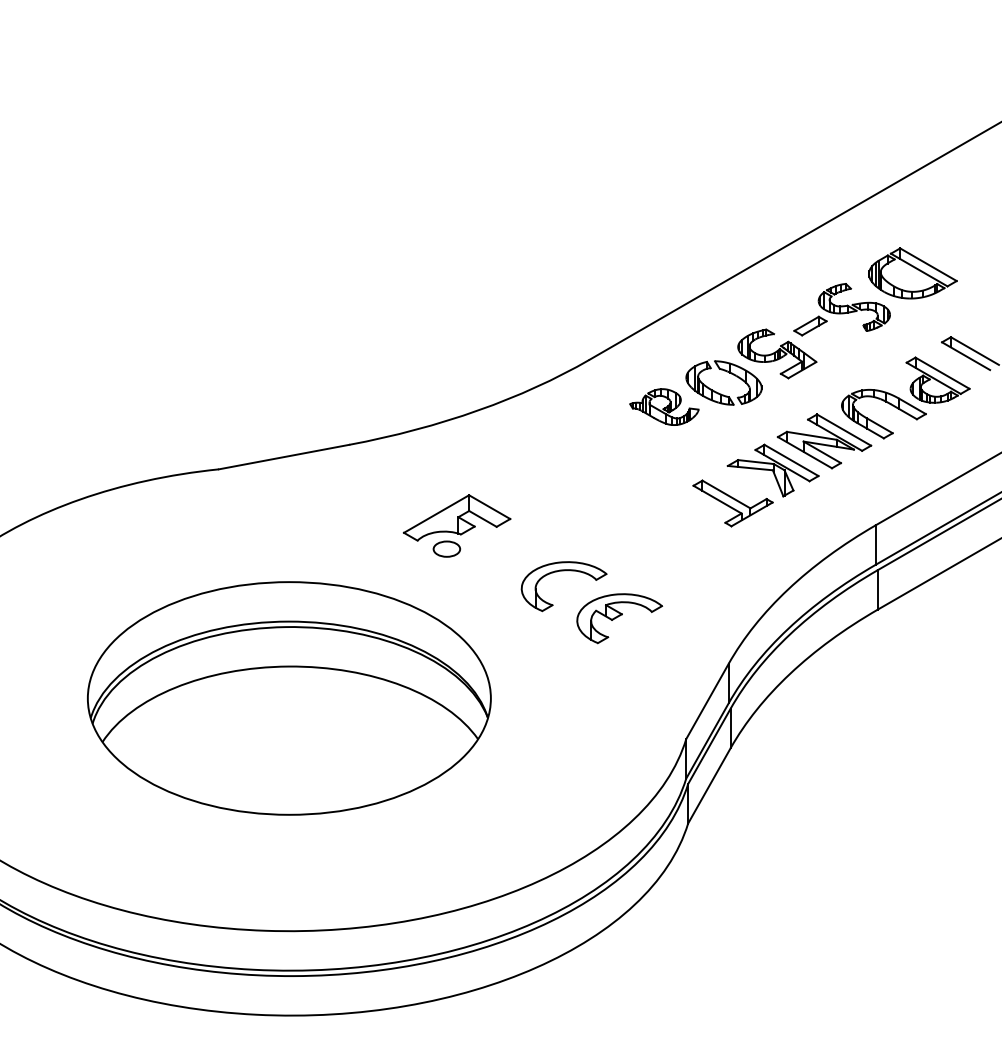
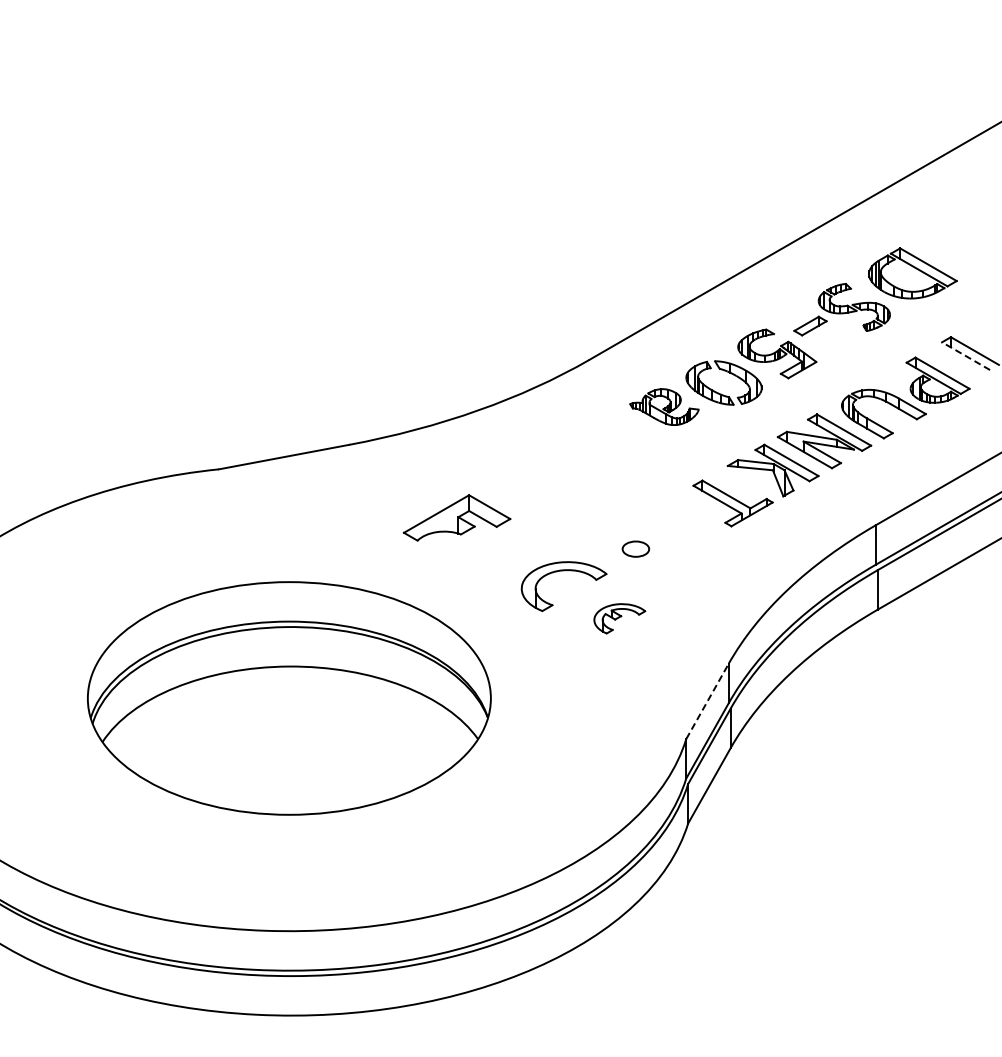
line at (966, 356): solid -> dashed
part at (446, 548) position: (446, 548) -> (635, 548)
part at (619, 618) size: 88x52 px -> 54x32 px
line at (707, 701): solid -> dashed
